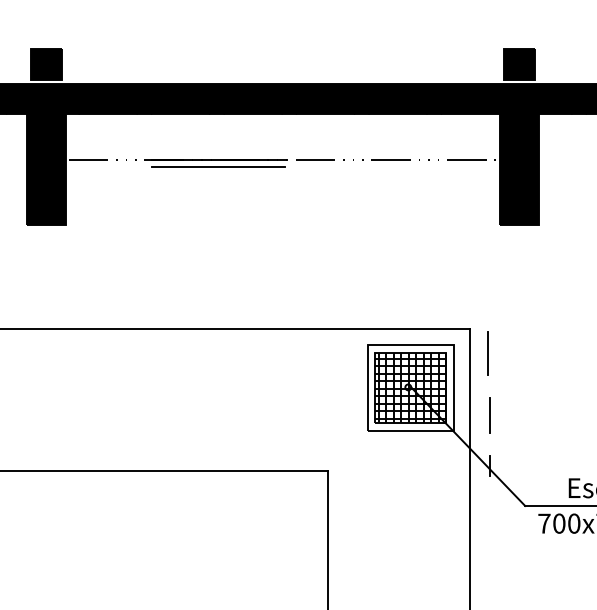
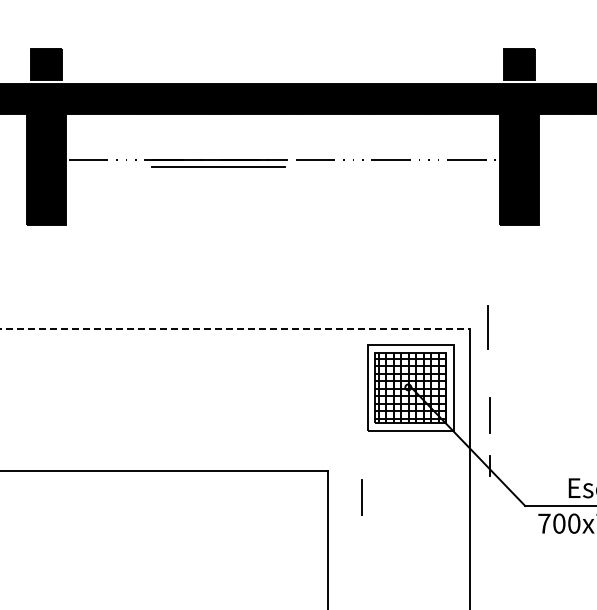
line at (235, 328): solid -> dashed
line at (487, 353) position: (487, 353) -> (487, 327)
line at (361, 497): none -> present
